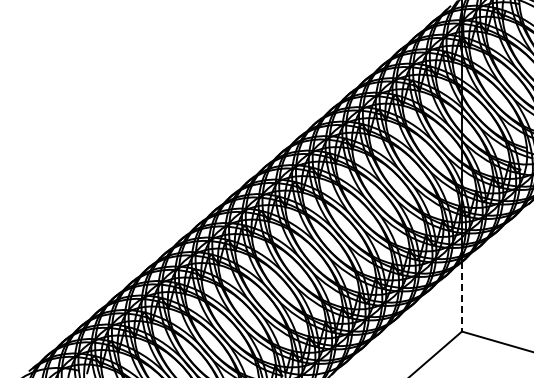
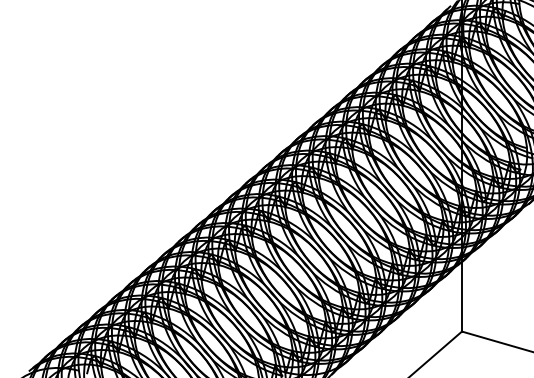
line at (461, 296): dashed -> solid
